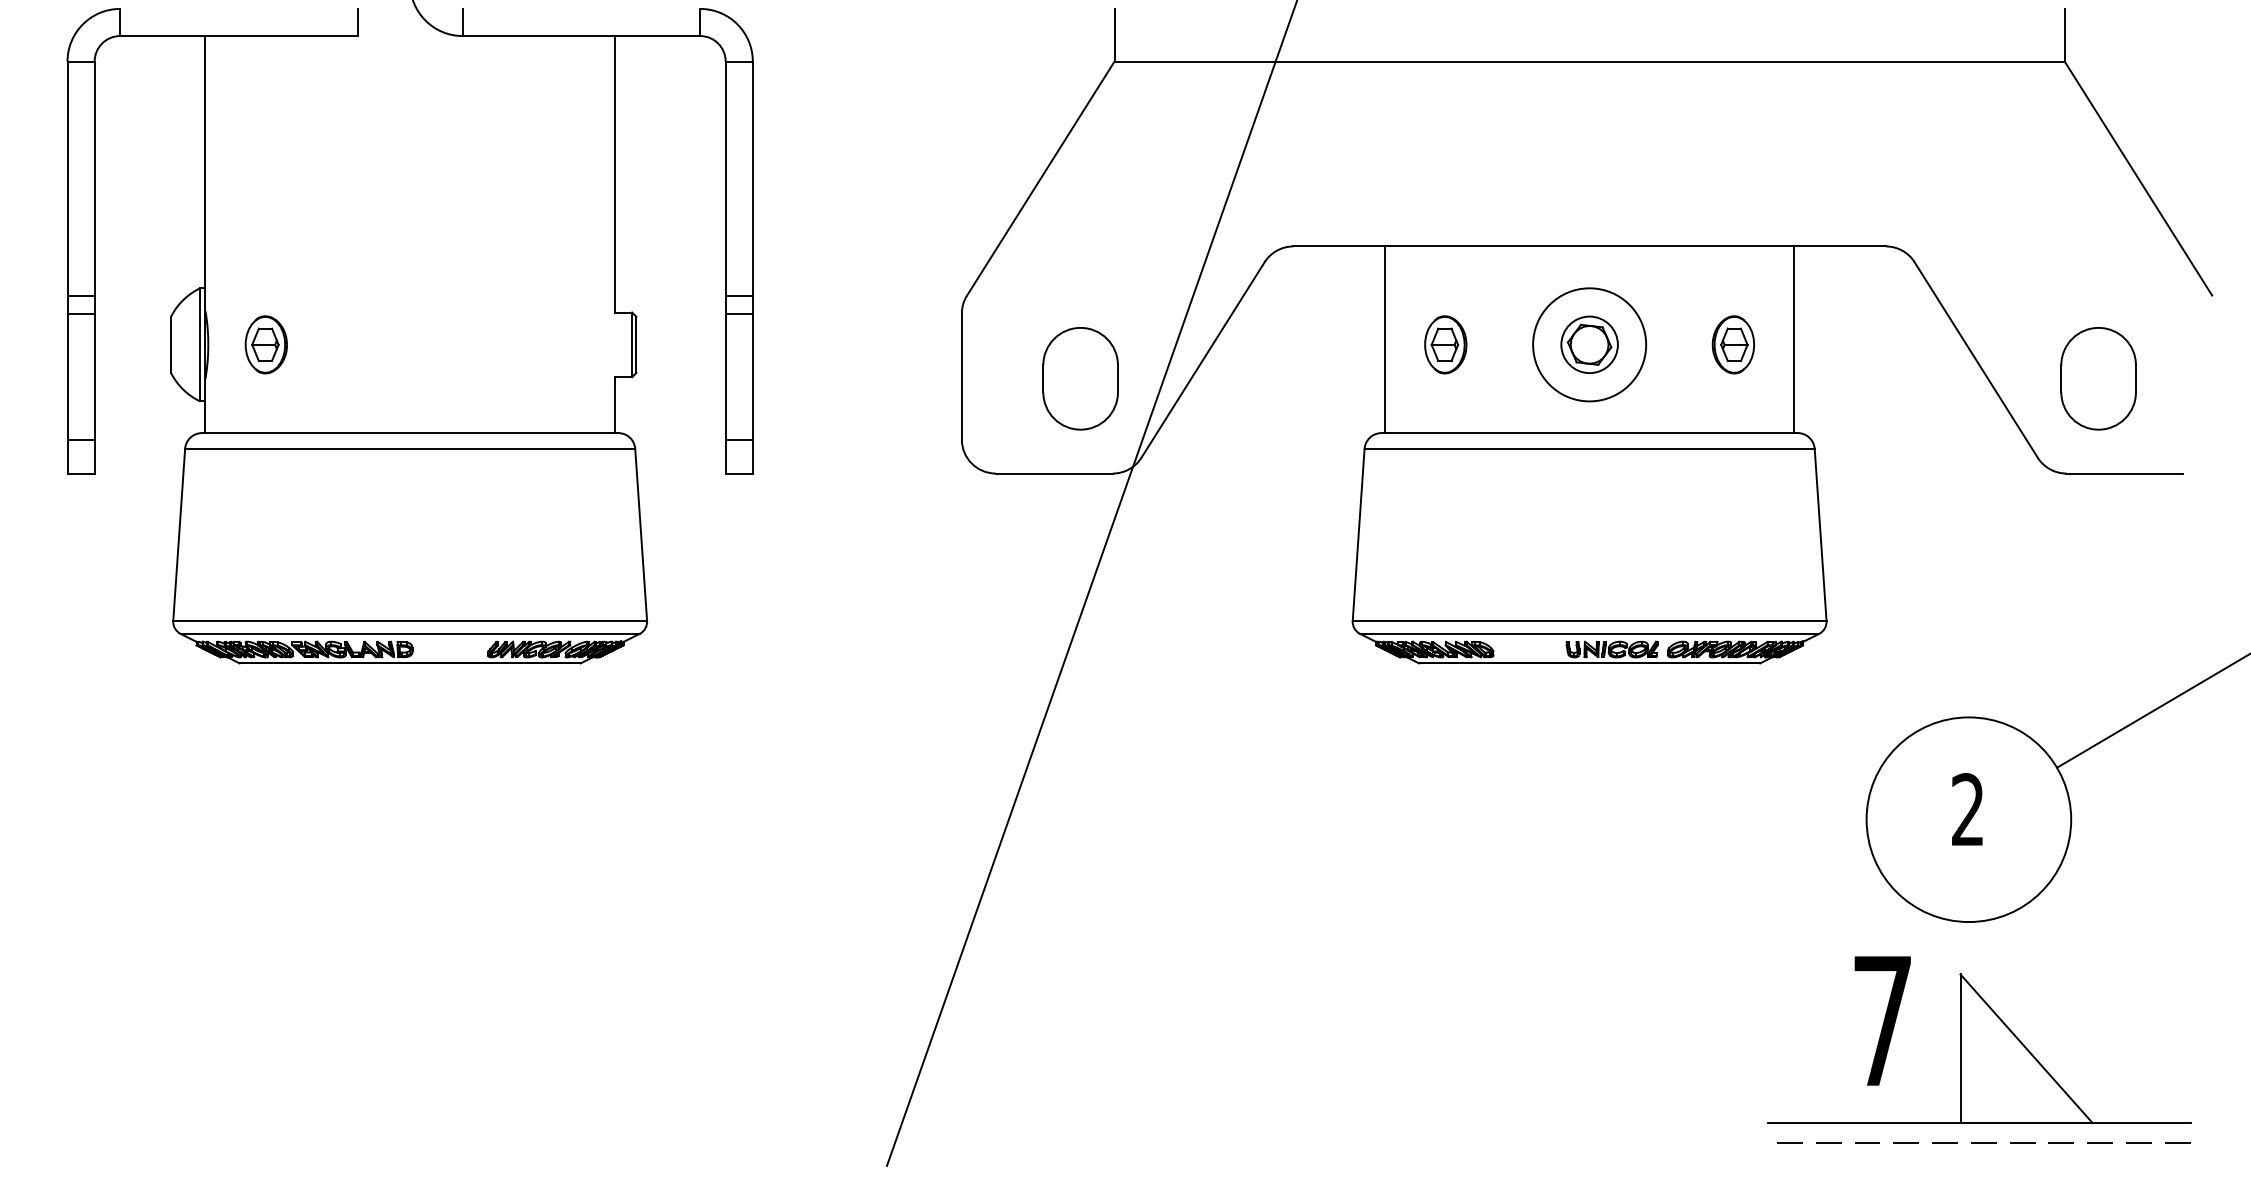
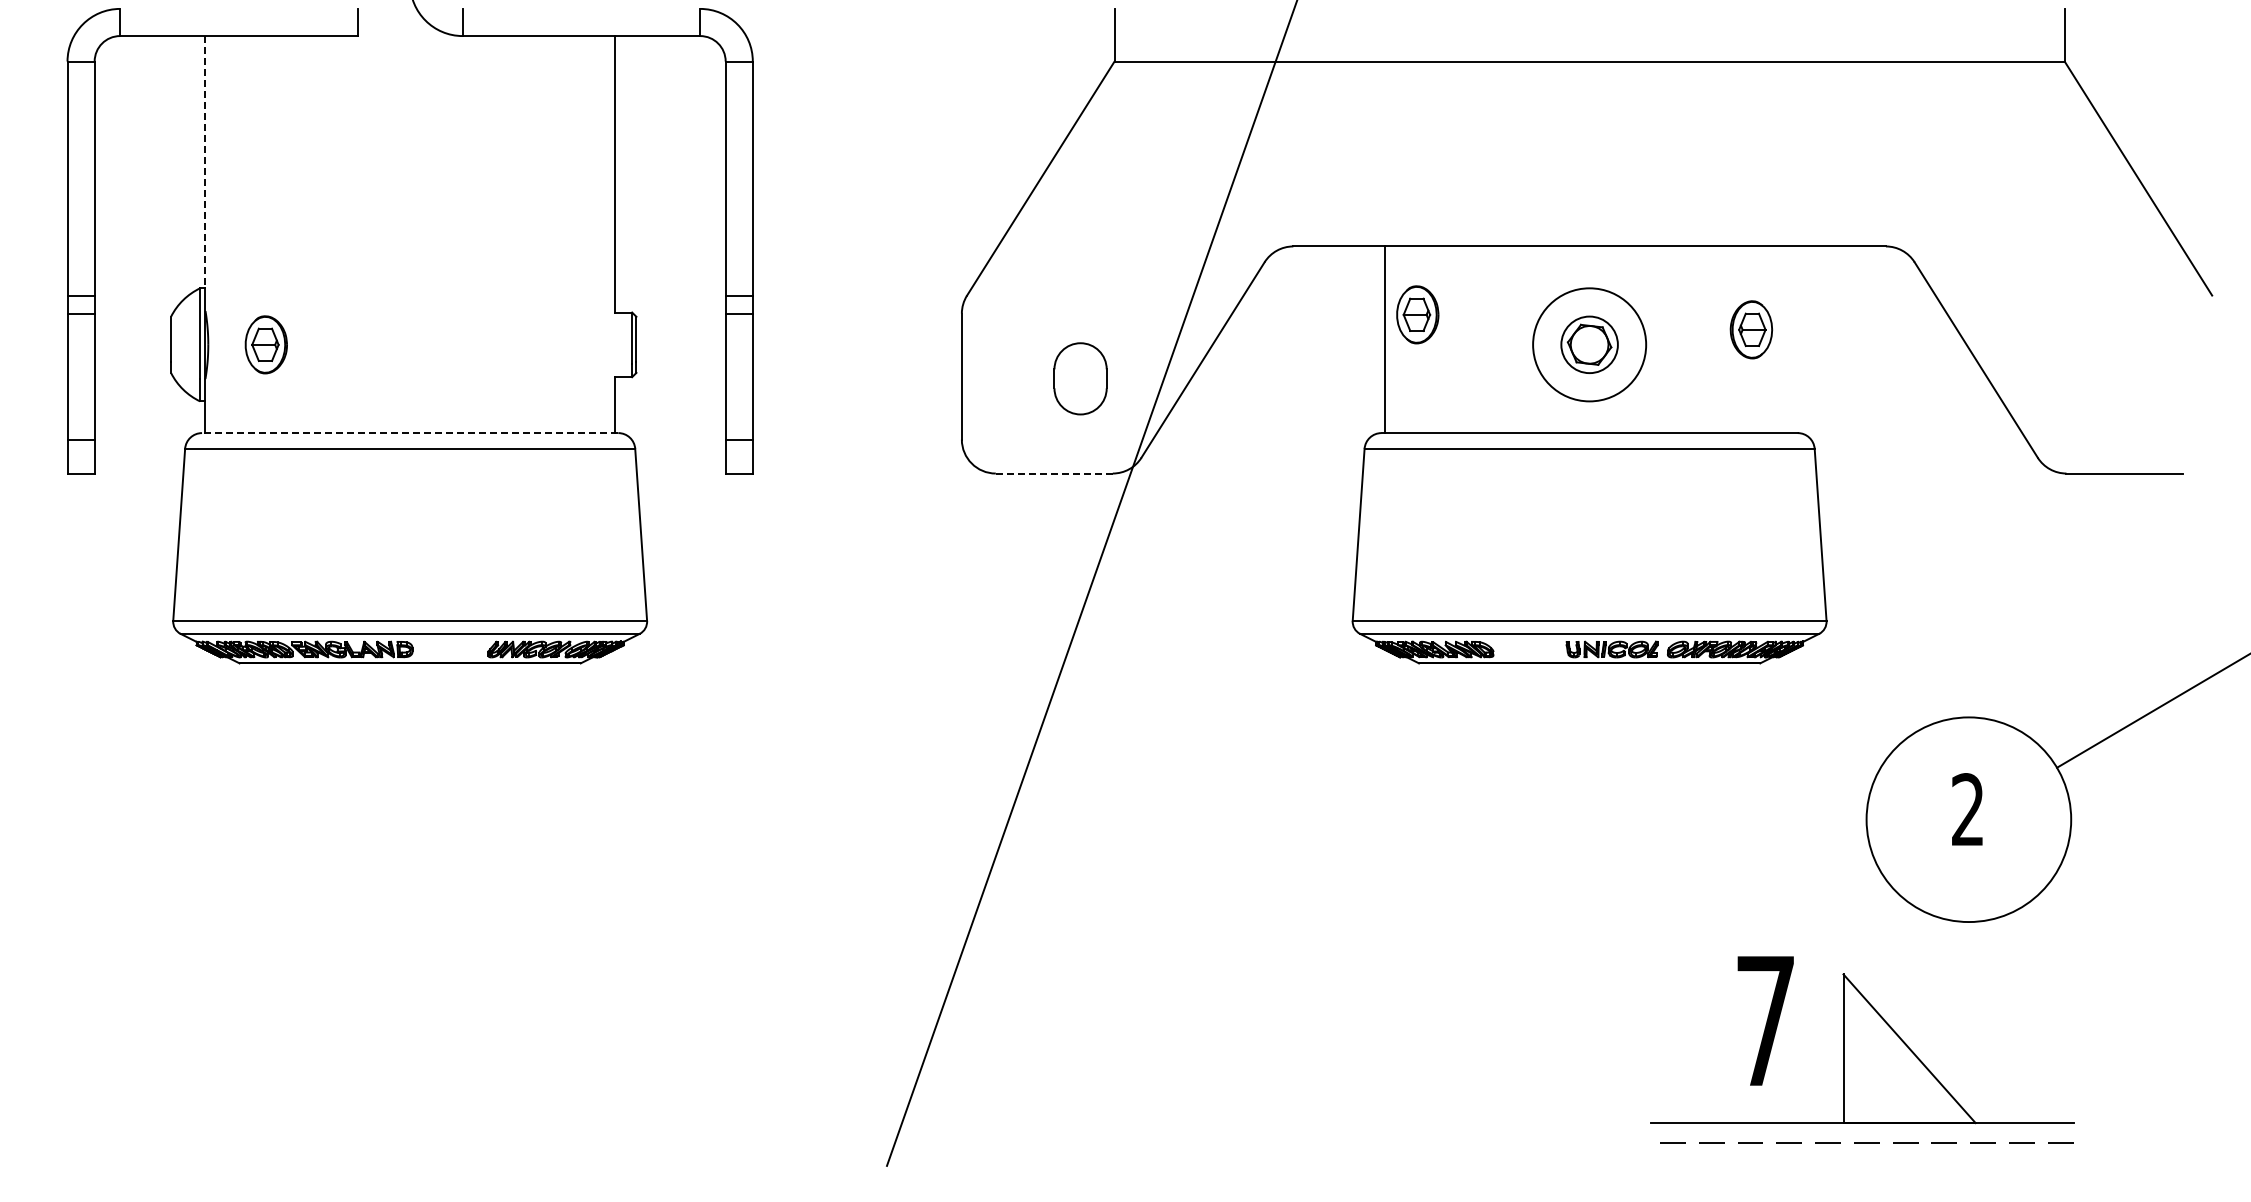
line at (205, 162): solid -> dashed
line at (1794, 339): present -> none
part at (1445, 344) position: (1445, 344) -> (1417, 314)
part at (1733, 344) position: (1733, 344) -> (1751, 329)
part at (1080, 378) size: 77x104 px -> 55x74 px
part at (2098, 378): present -> none
line at (409, 433): solid -> dashed
line at (1054, 473): solid -> dashed
part at (1979, 1049) position: (1979, 1049) -> (1862, 1049)
